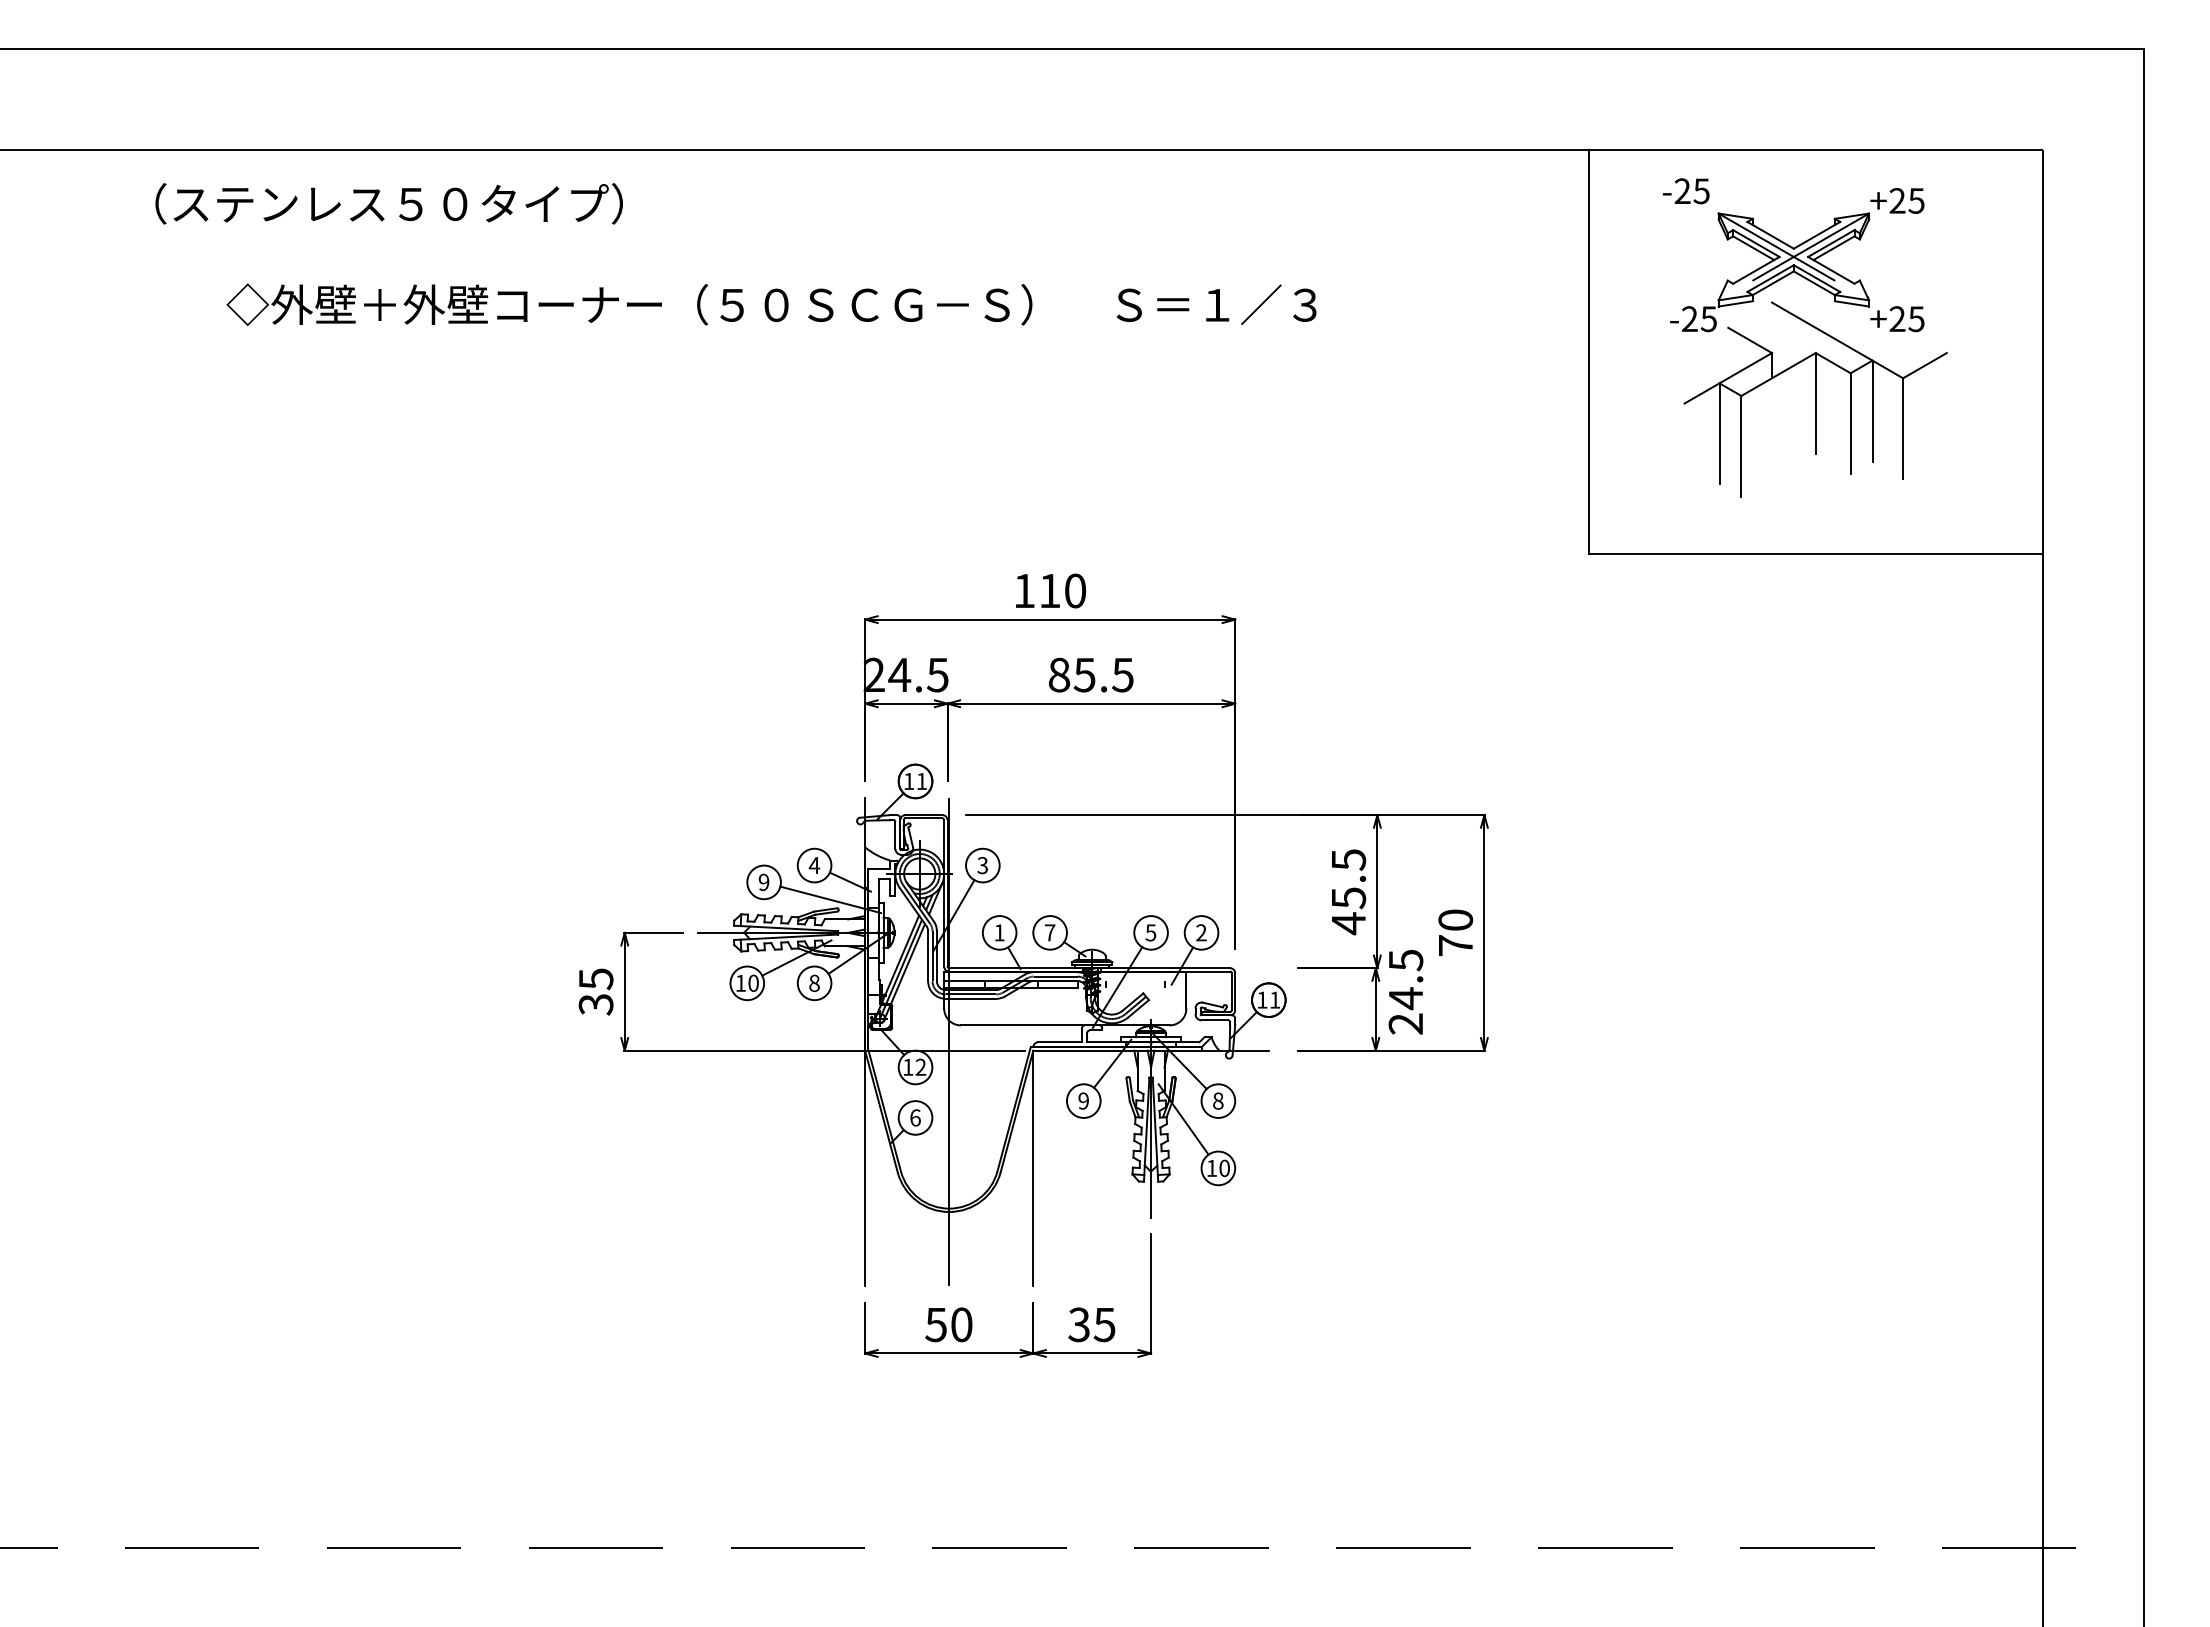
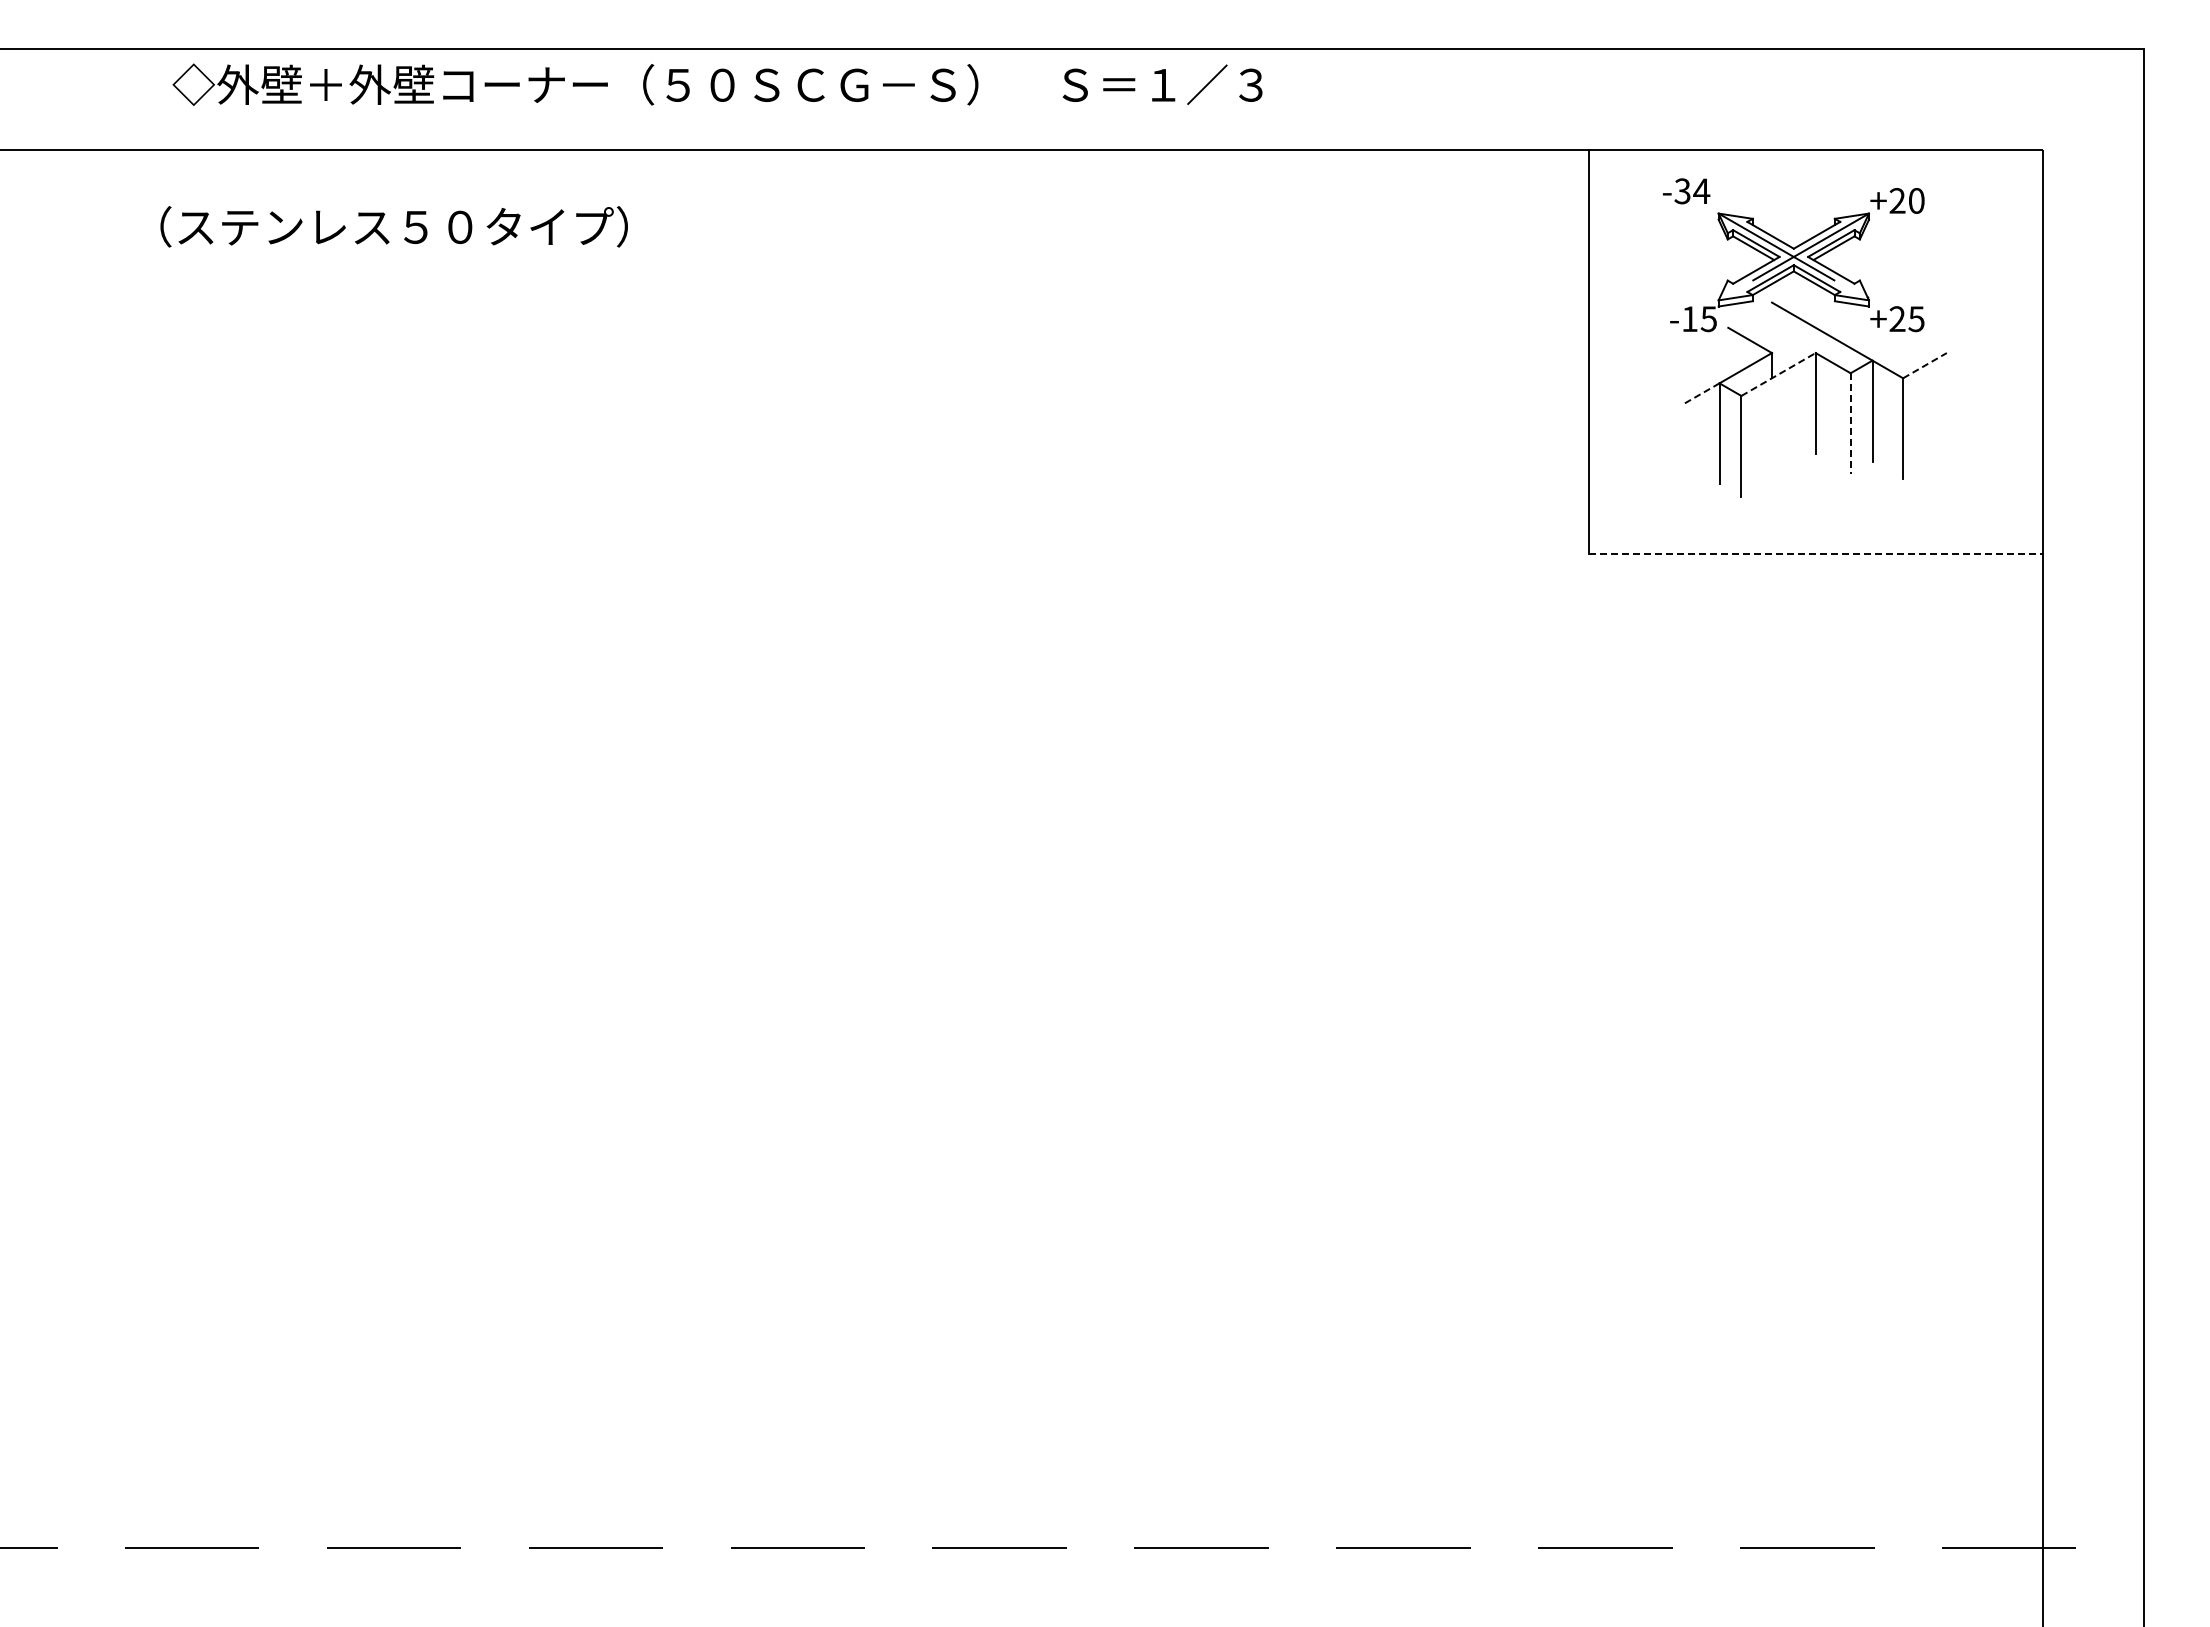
text at (1692, 191): -25 -> -34
text at (1916, 200): +25 -> +20
text at (388, 203) position: (388, 203) -> (393, 226)
text at (771, 304) position: (771, 304) -> (717, 84)
text at (1689, 318): -25 -> -15
line at (1925, 365): solid -> dashed
line at (1778, 374): solid -> dashed
line at (1701, 393): solid -> dashed
line at (1850, 424): solid -> dashed
line at (1816, 553): solid -> dashed
part at (1033, 965): present -> none
